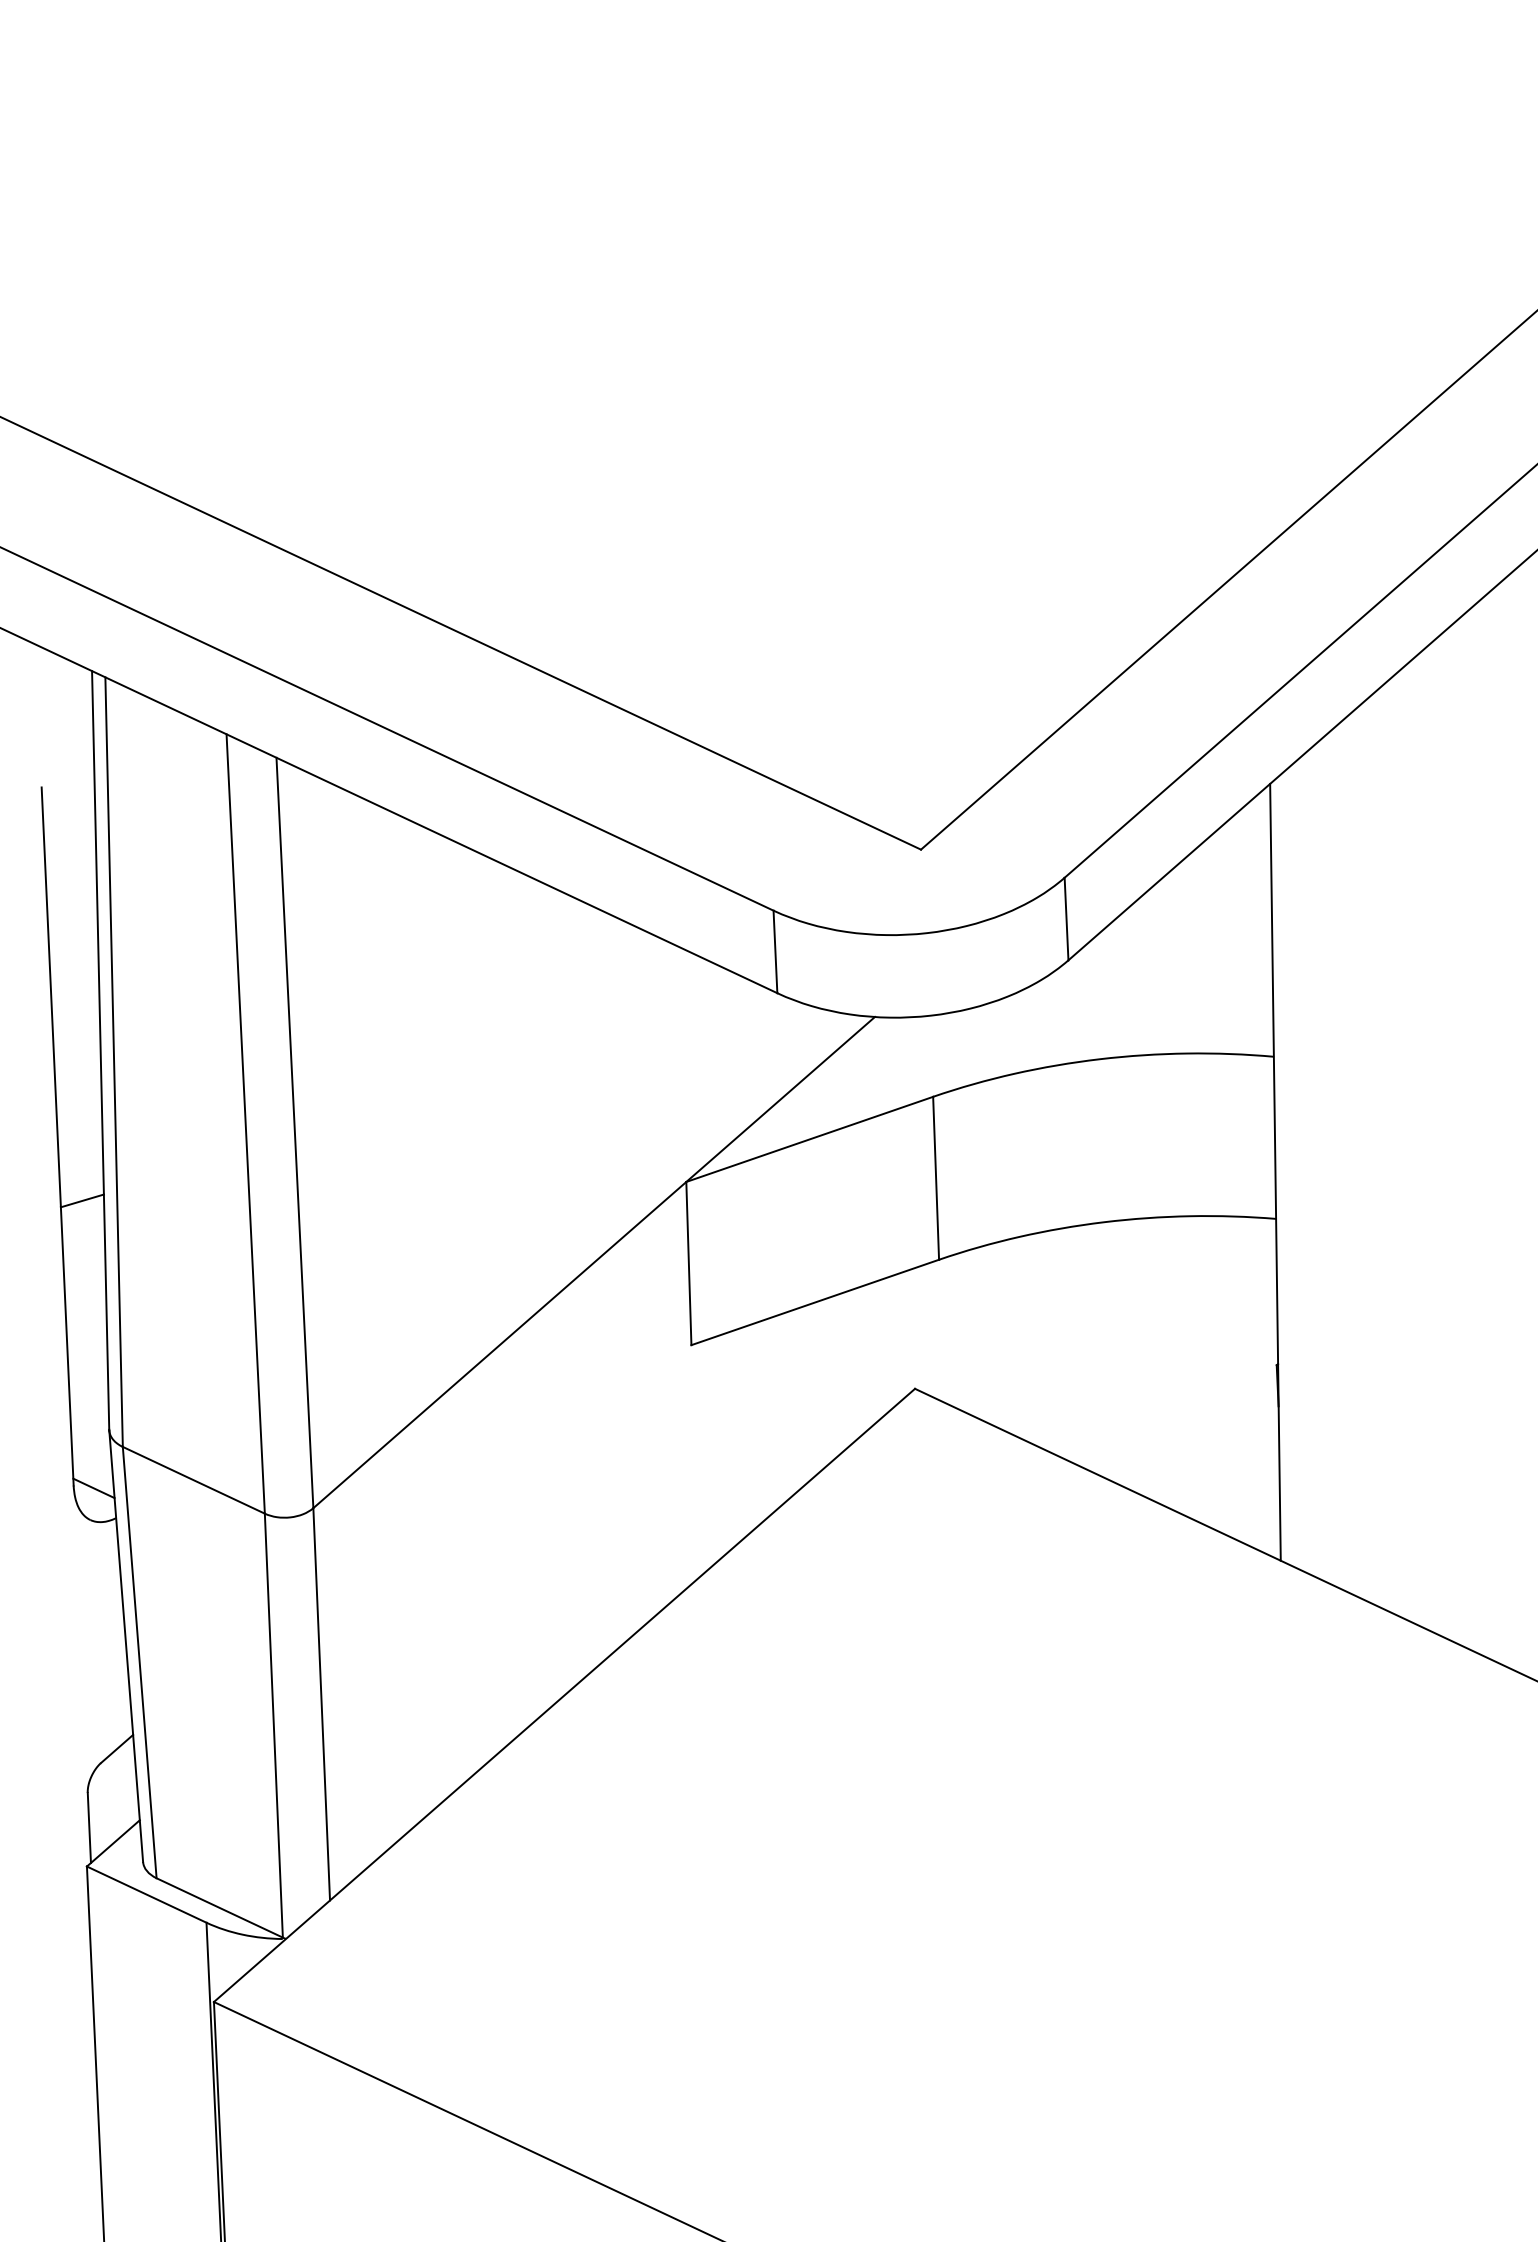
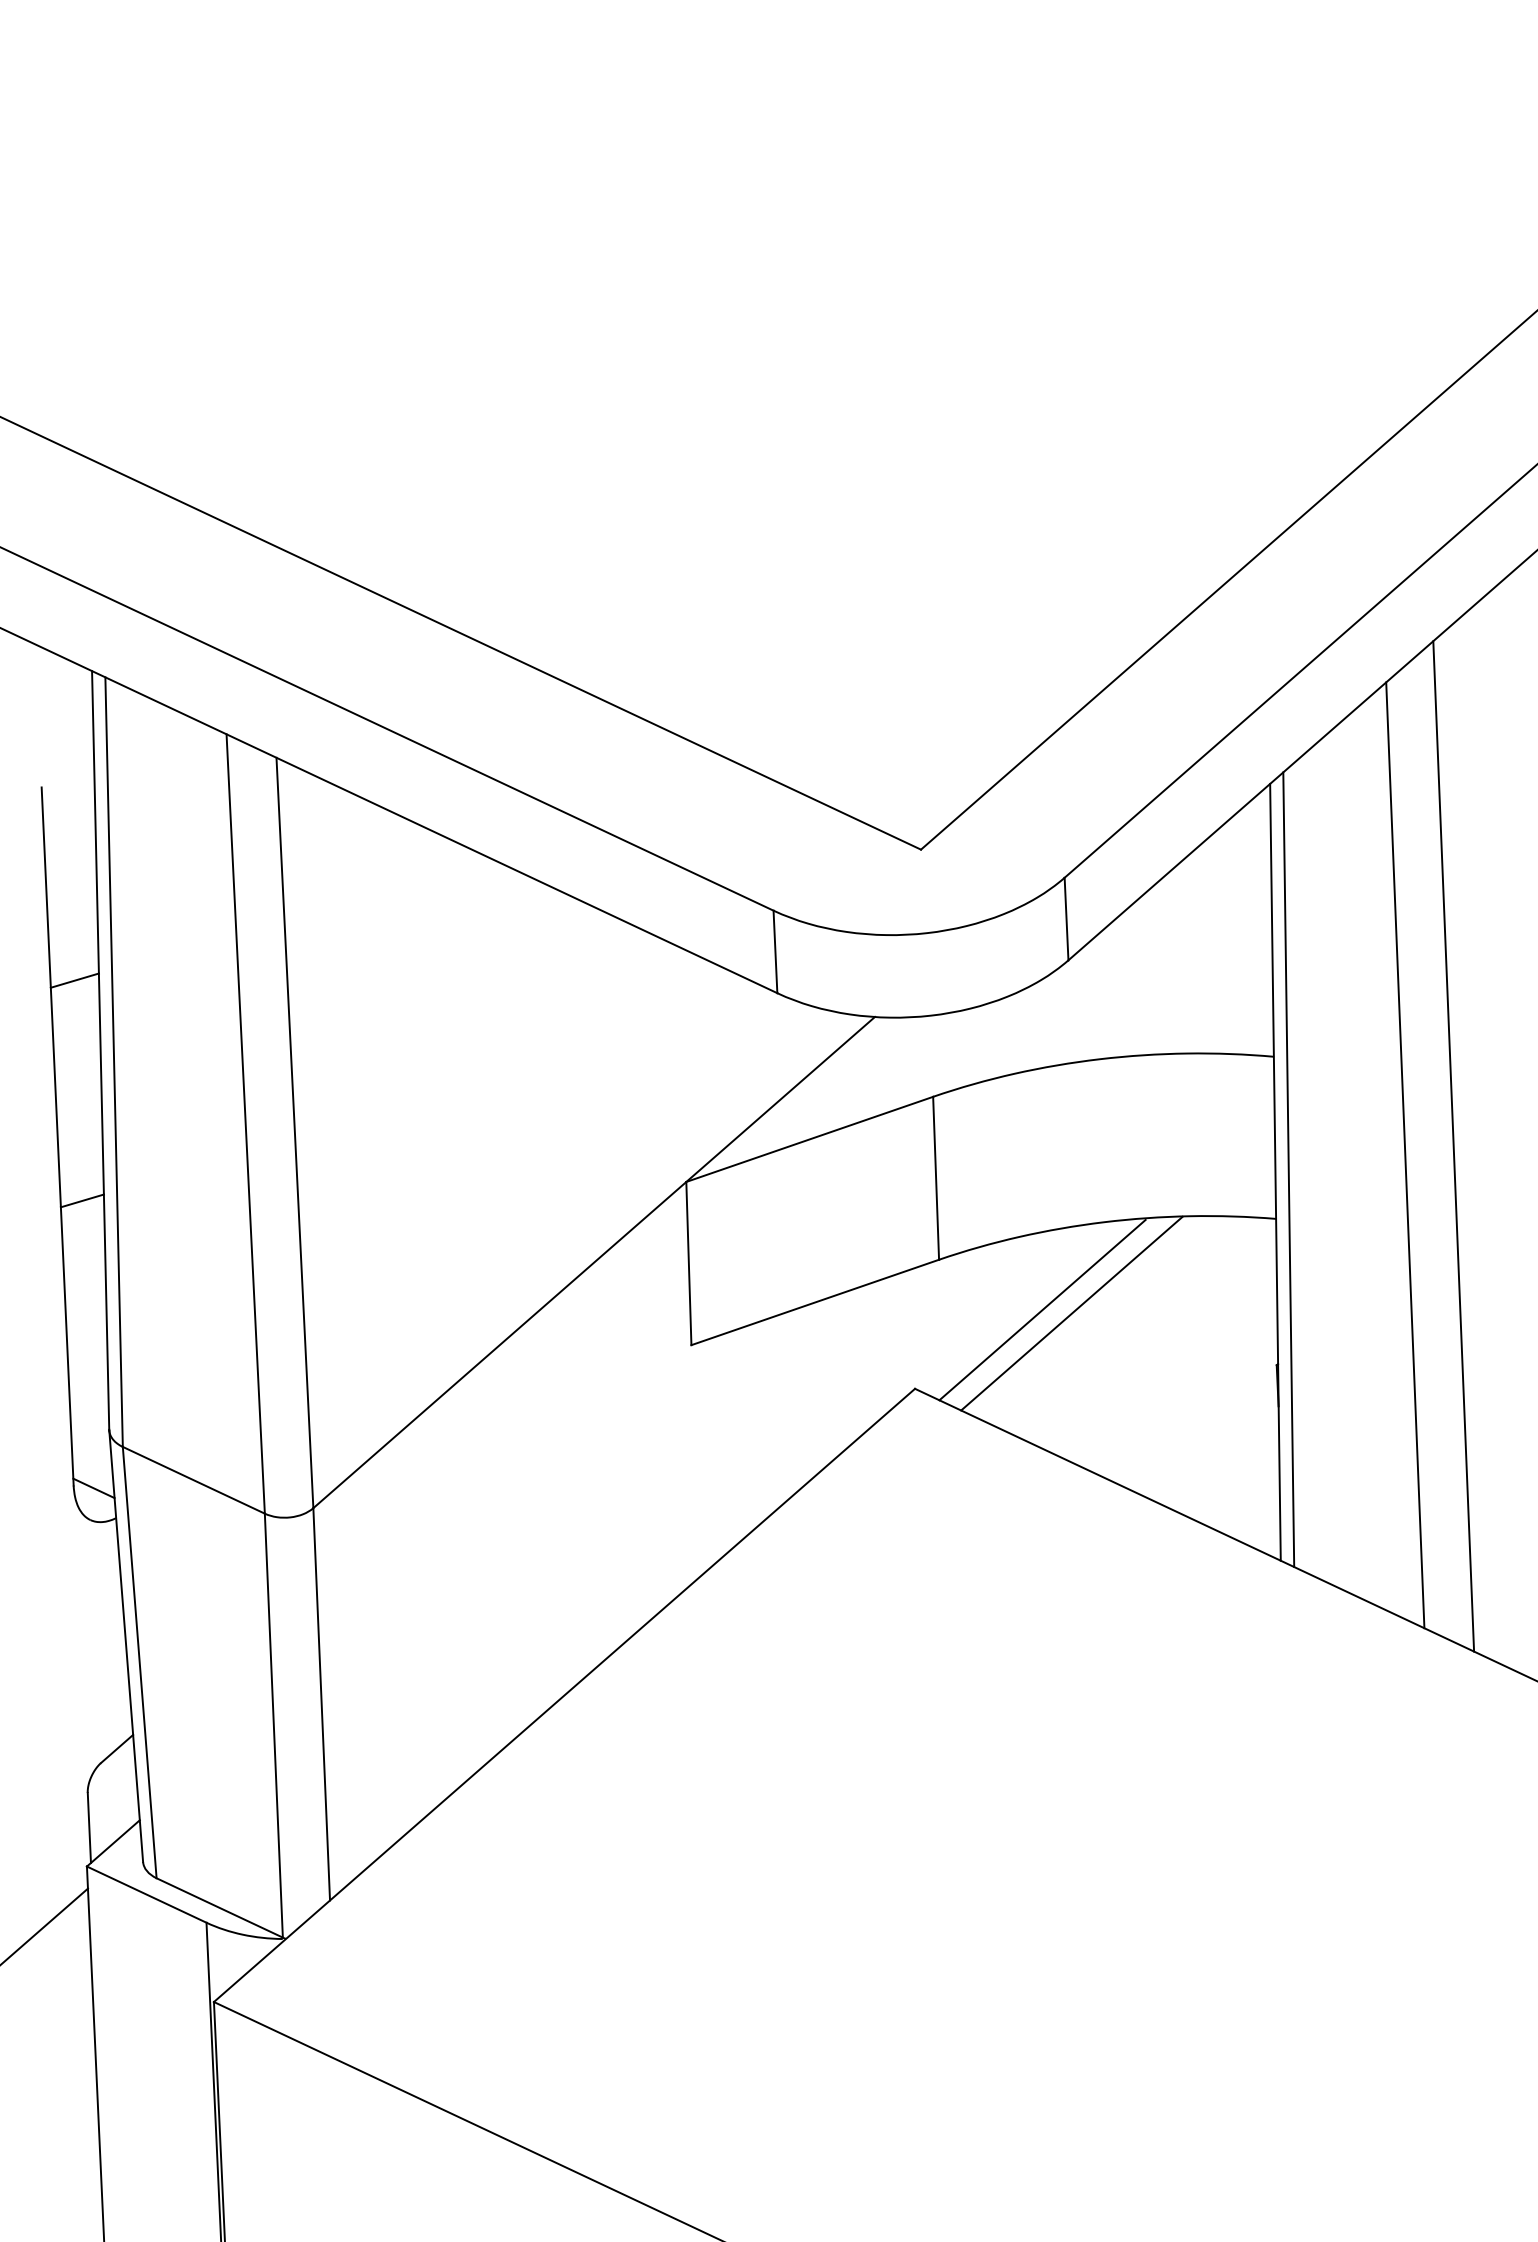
line at (74, 980): none -> present
line at (1453, 1146): none -> present
line at (1405, 1155): none -> present
line at (1288, 1169): none -> present
line at (1042, 1309): none -> present
line at (1071, 1313): none -> present
line at (44, 1925): none -> present
